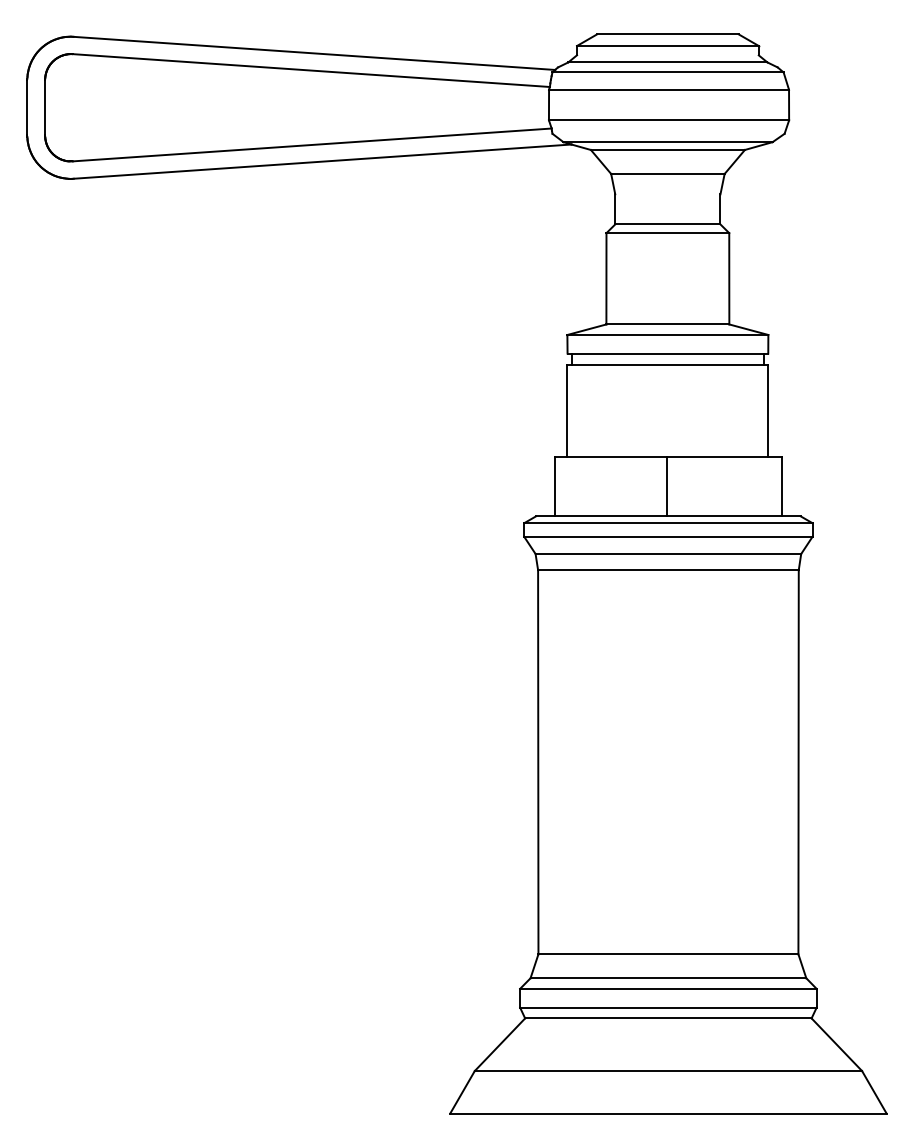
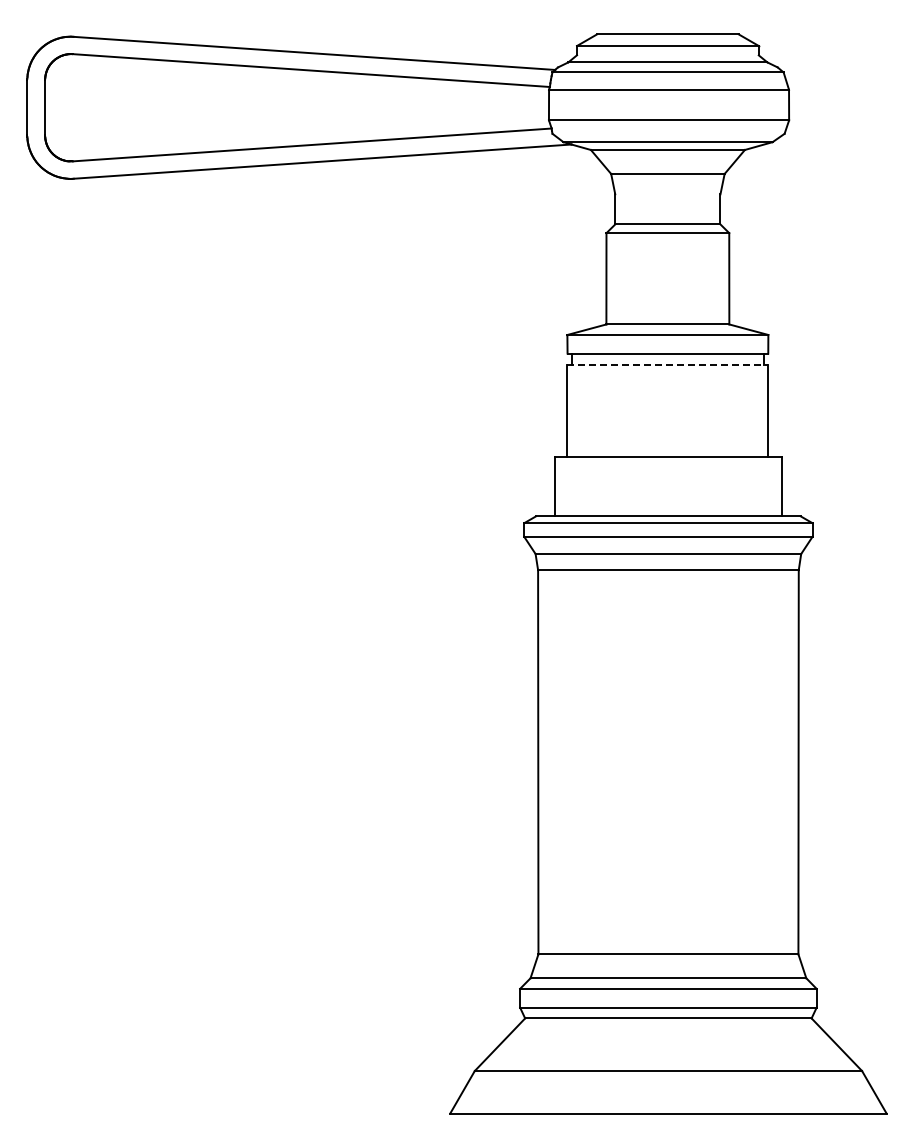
line at (668, 364): solid -> dashed
line at (667, 486): present -> none
